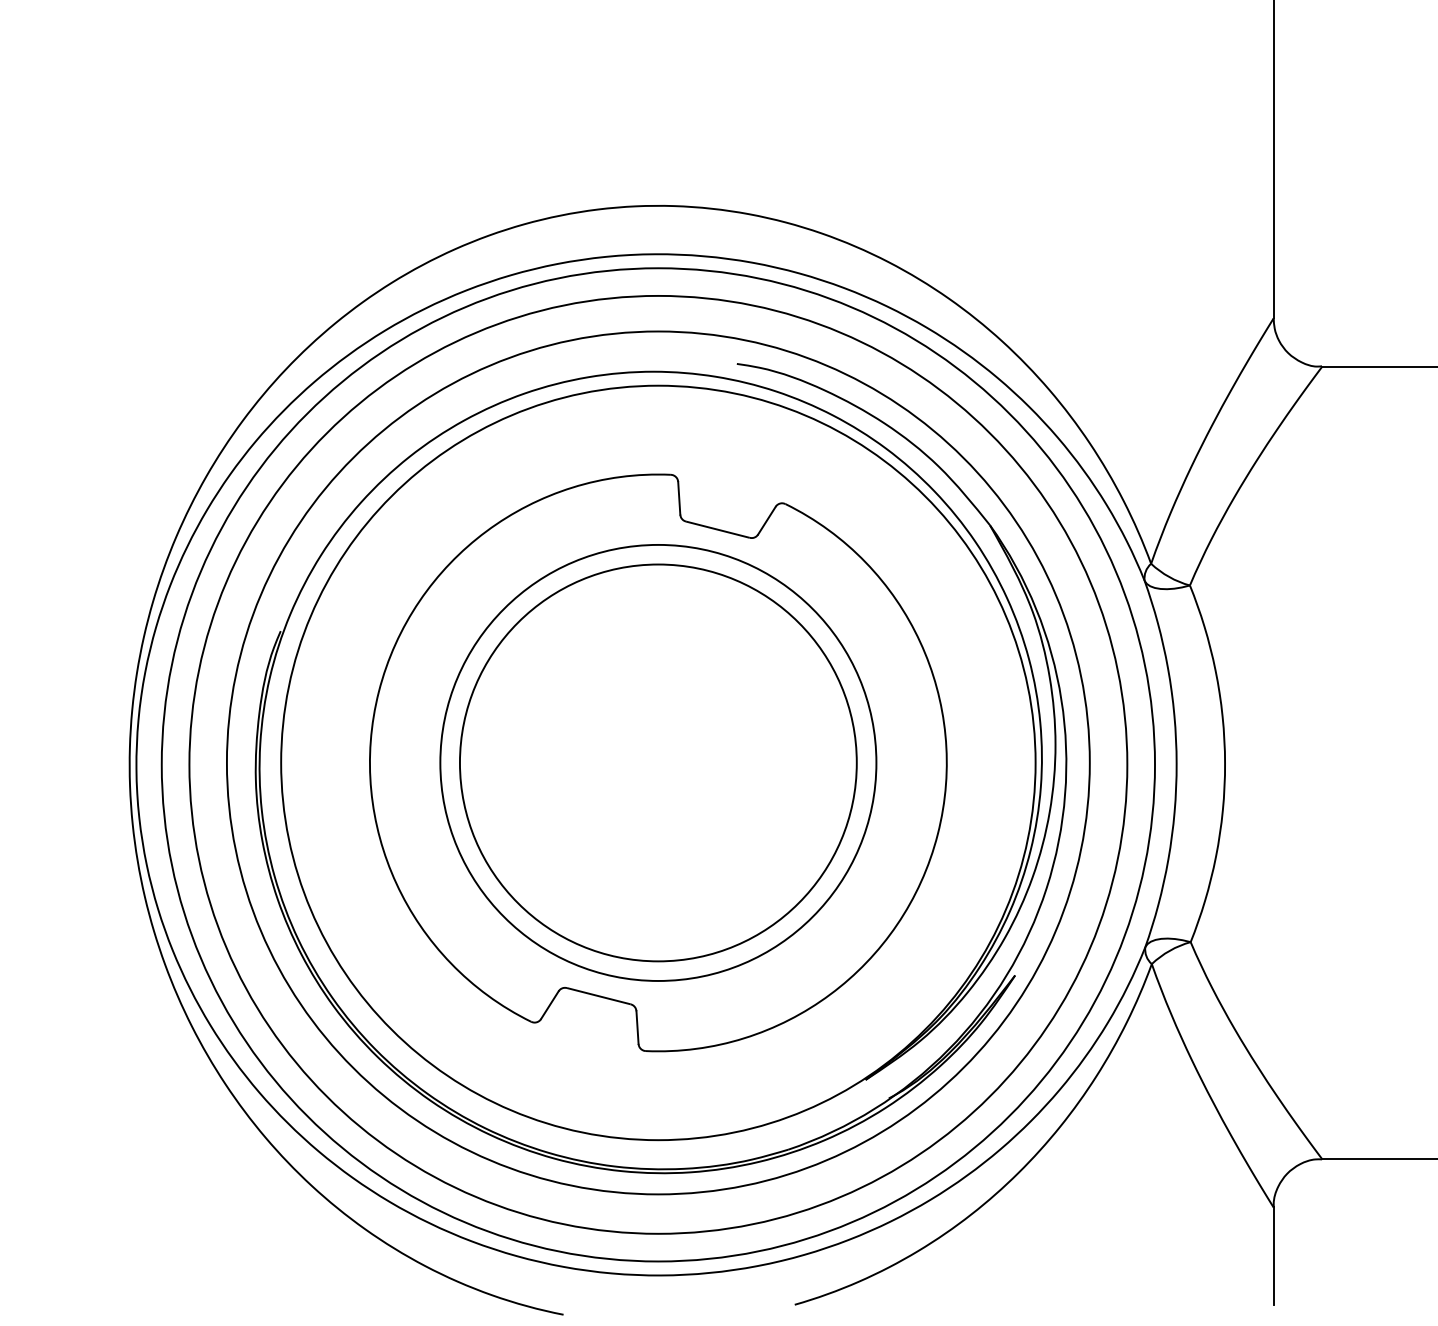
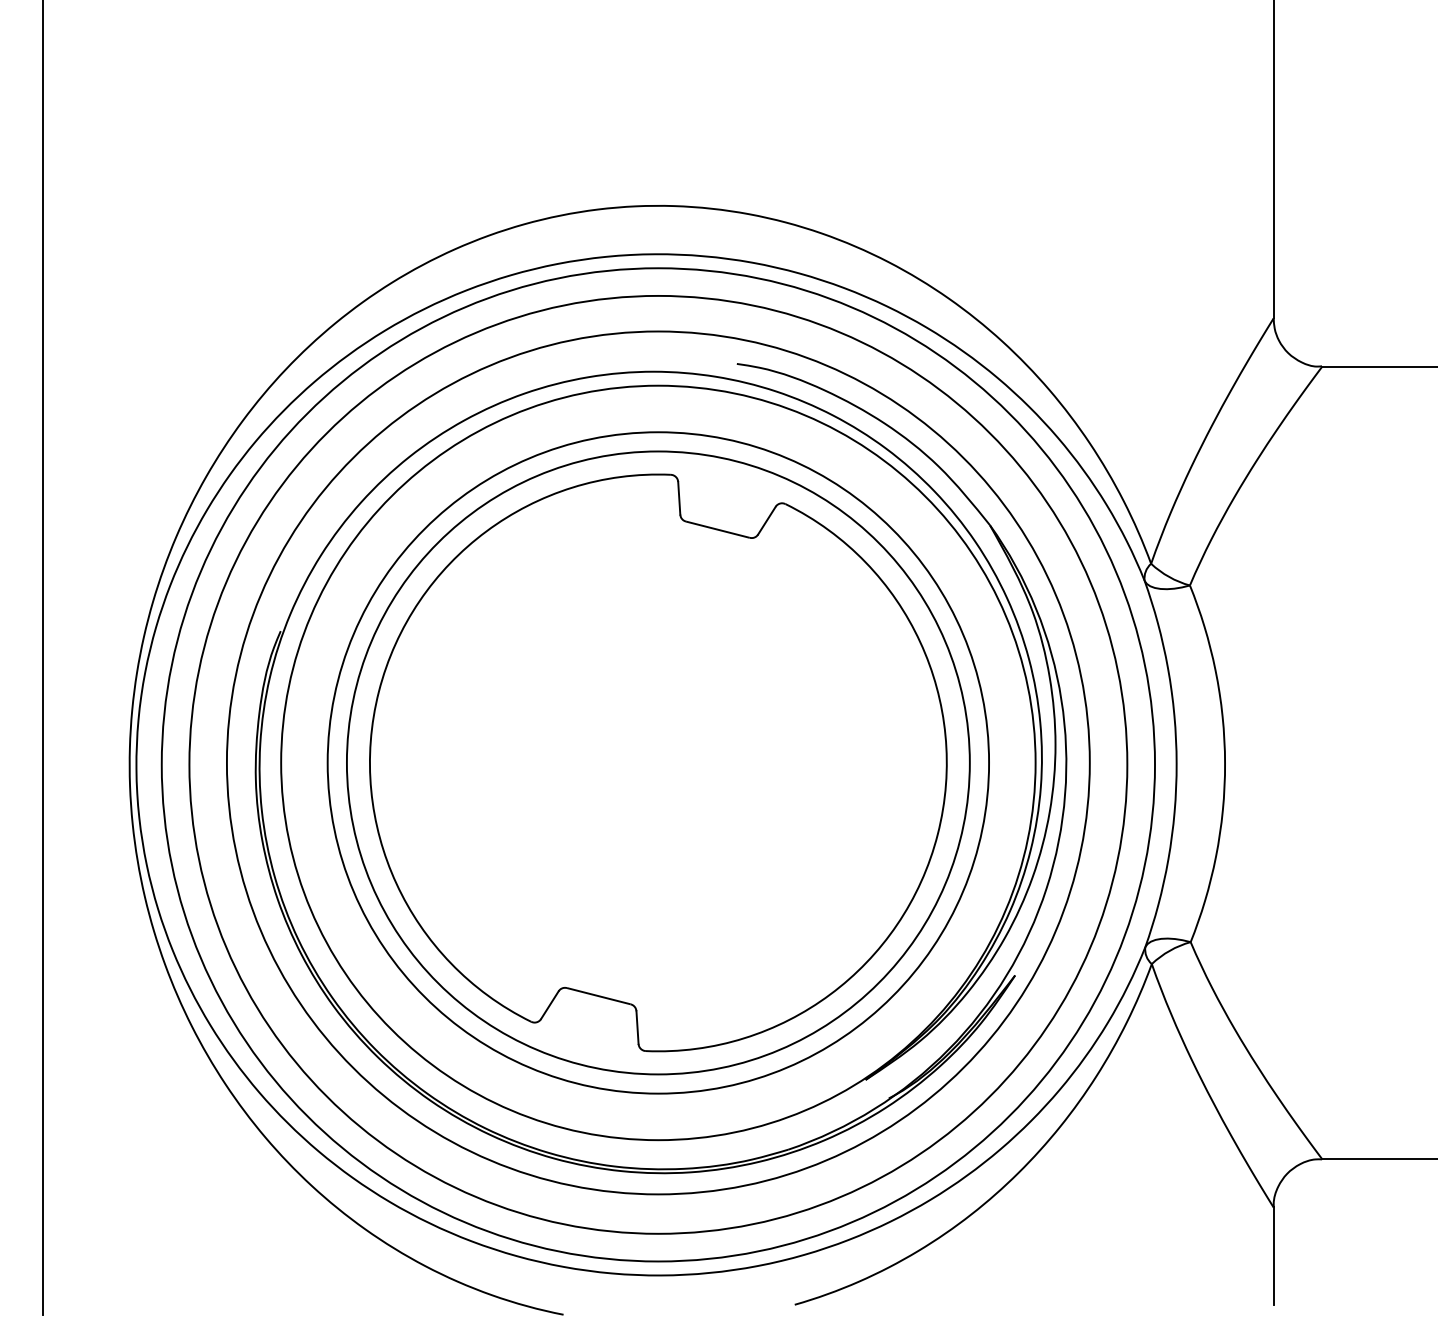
line at (43, 658): none -> present
circle at (657, 762) diameter: 397 px -> 661 px
circle at (658, 762) diameter: 436 px -> 623 px
